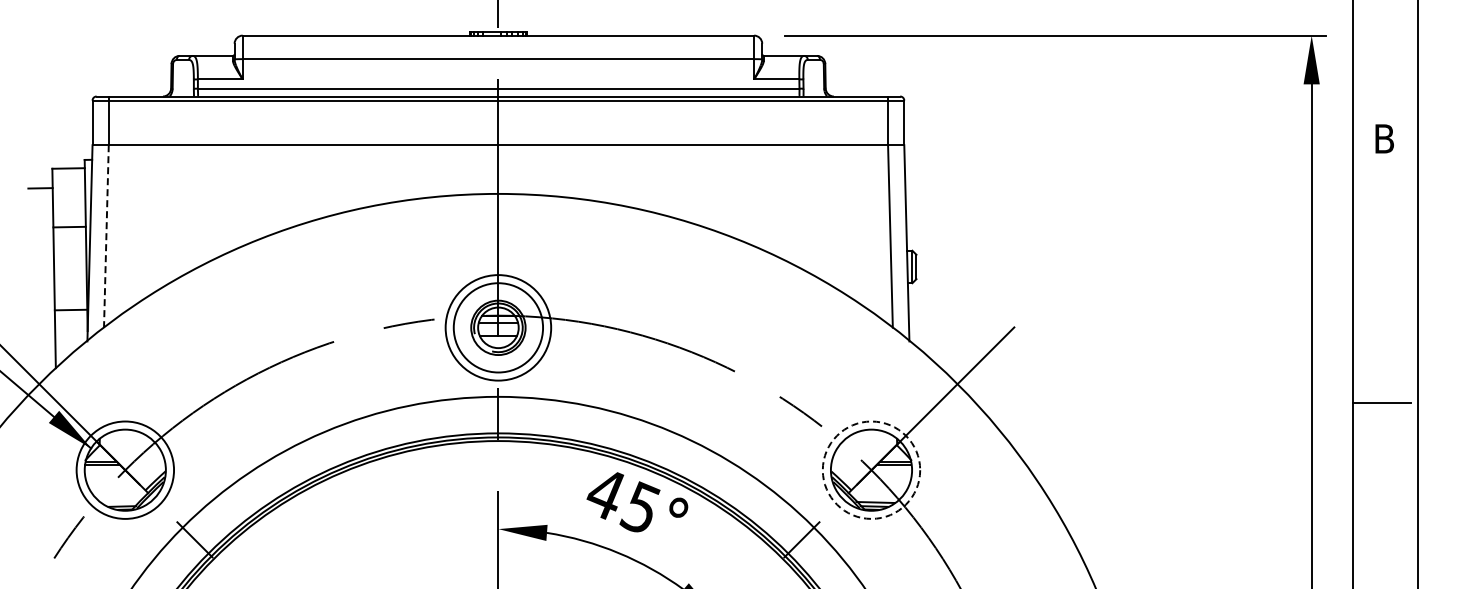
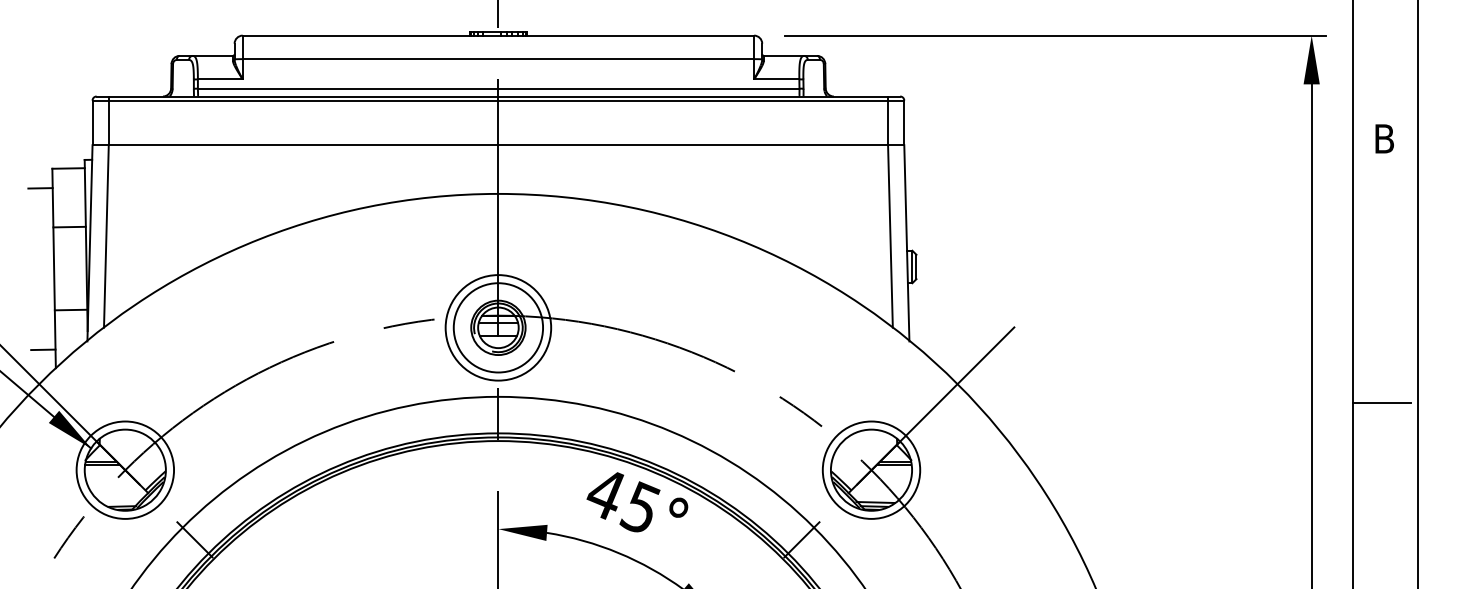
line at (106, 236): dashed -> solid
line at (43, 349): none -> present
circle at (871, 469): dashed -> solid
